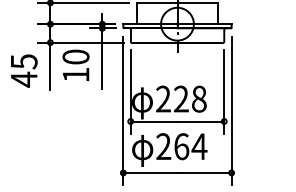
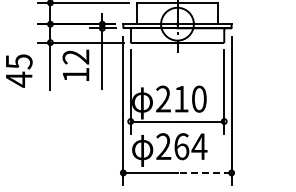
text at (75, 56): 10 -> 12
text at (24, 70) position: (24, 70) -> (19, 70)
text at (190, 98): 228 -> 210
line at (204, 172): solid -> dashed
